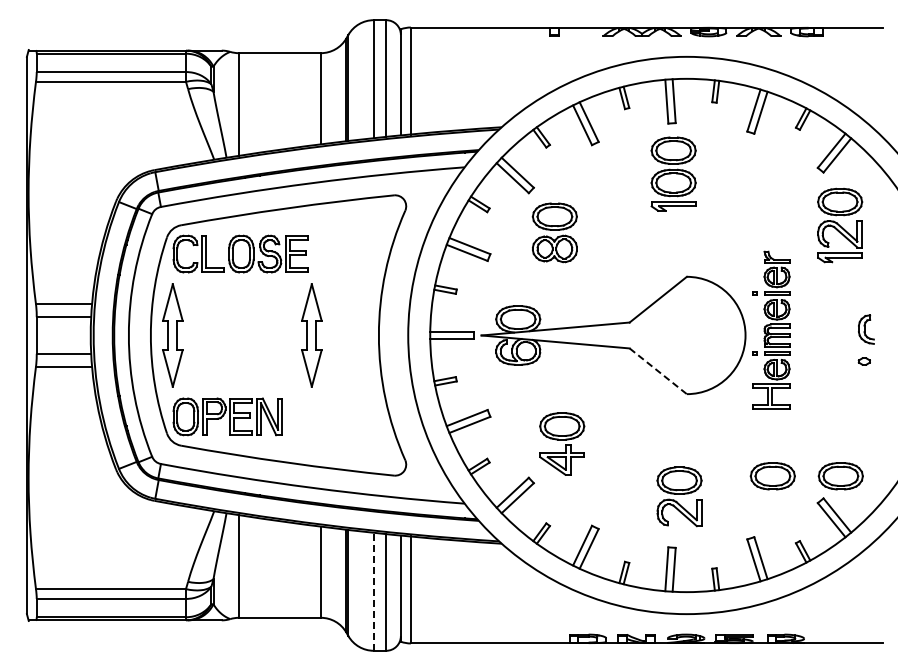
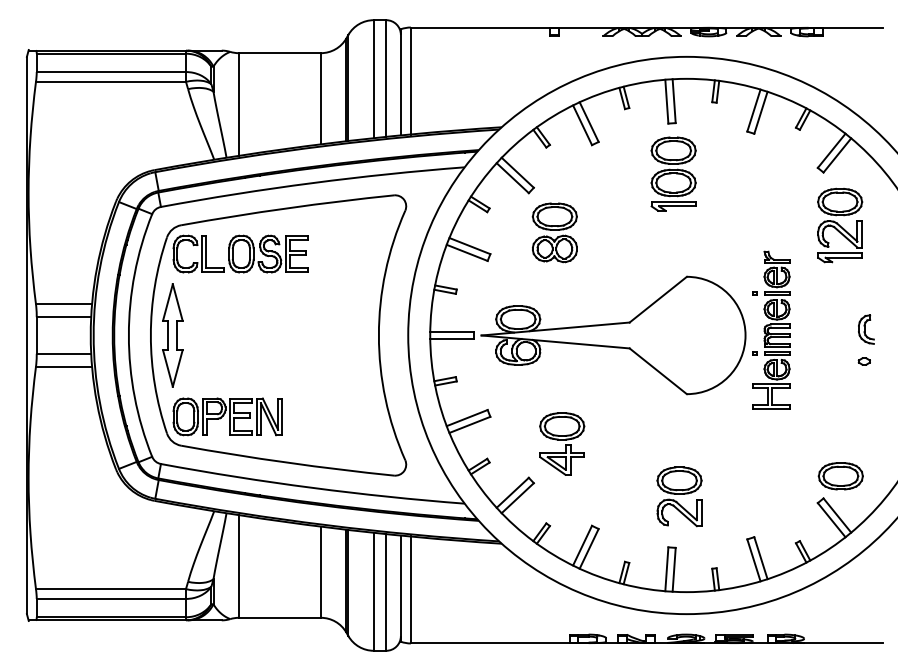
part at (311, 335): present -> none
line at (658, 371): dashed -> solid
part at (772, 476): present -> none
line at (373, 591): dashed -> solid
